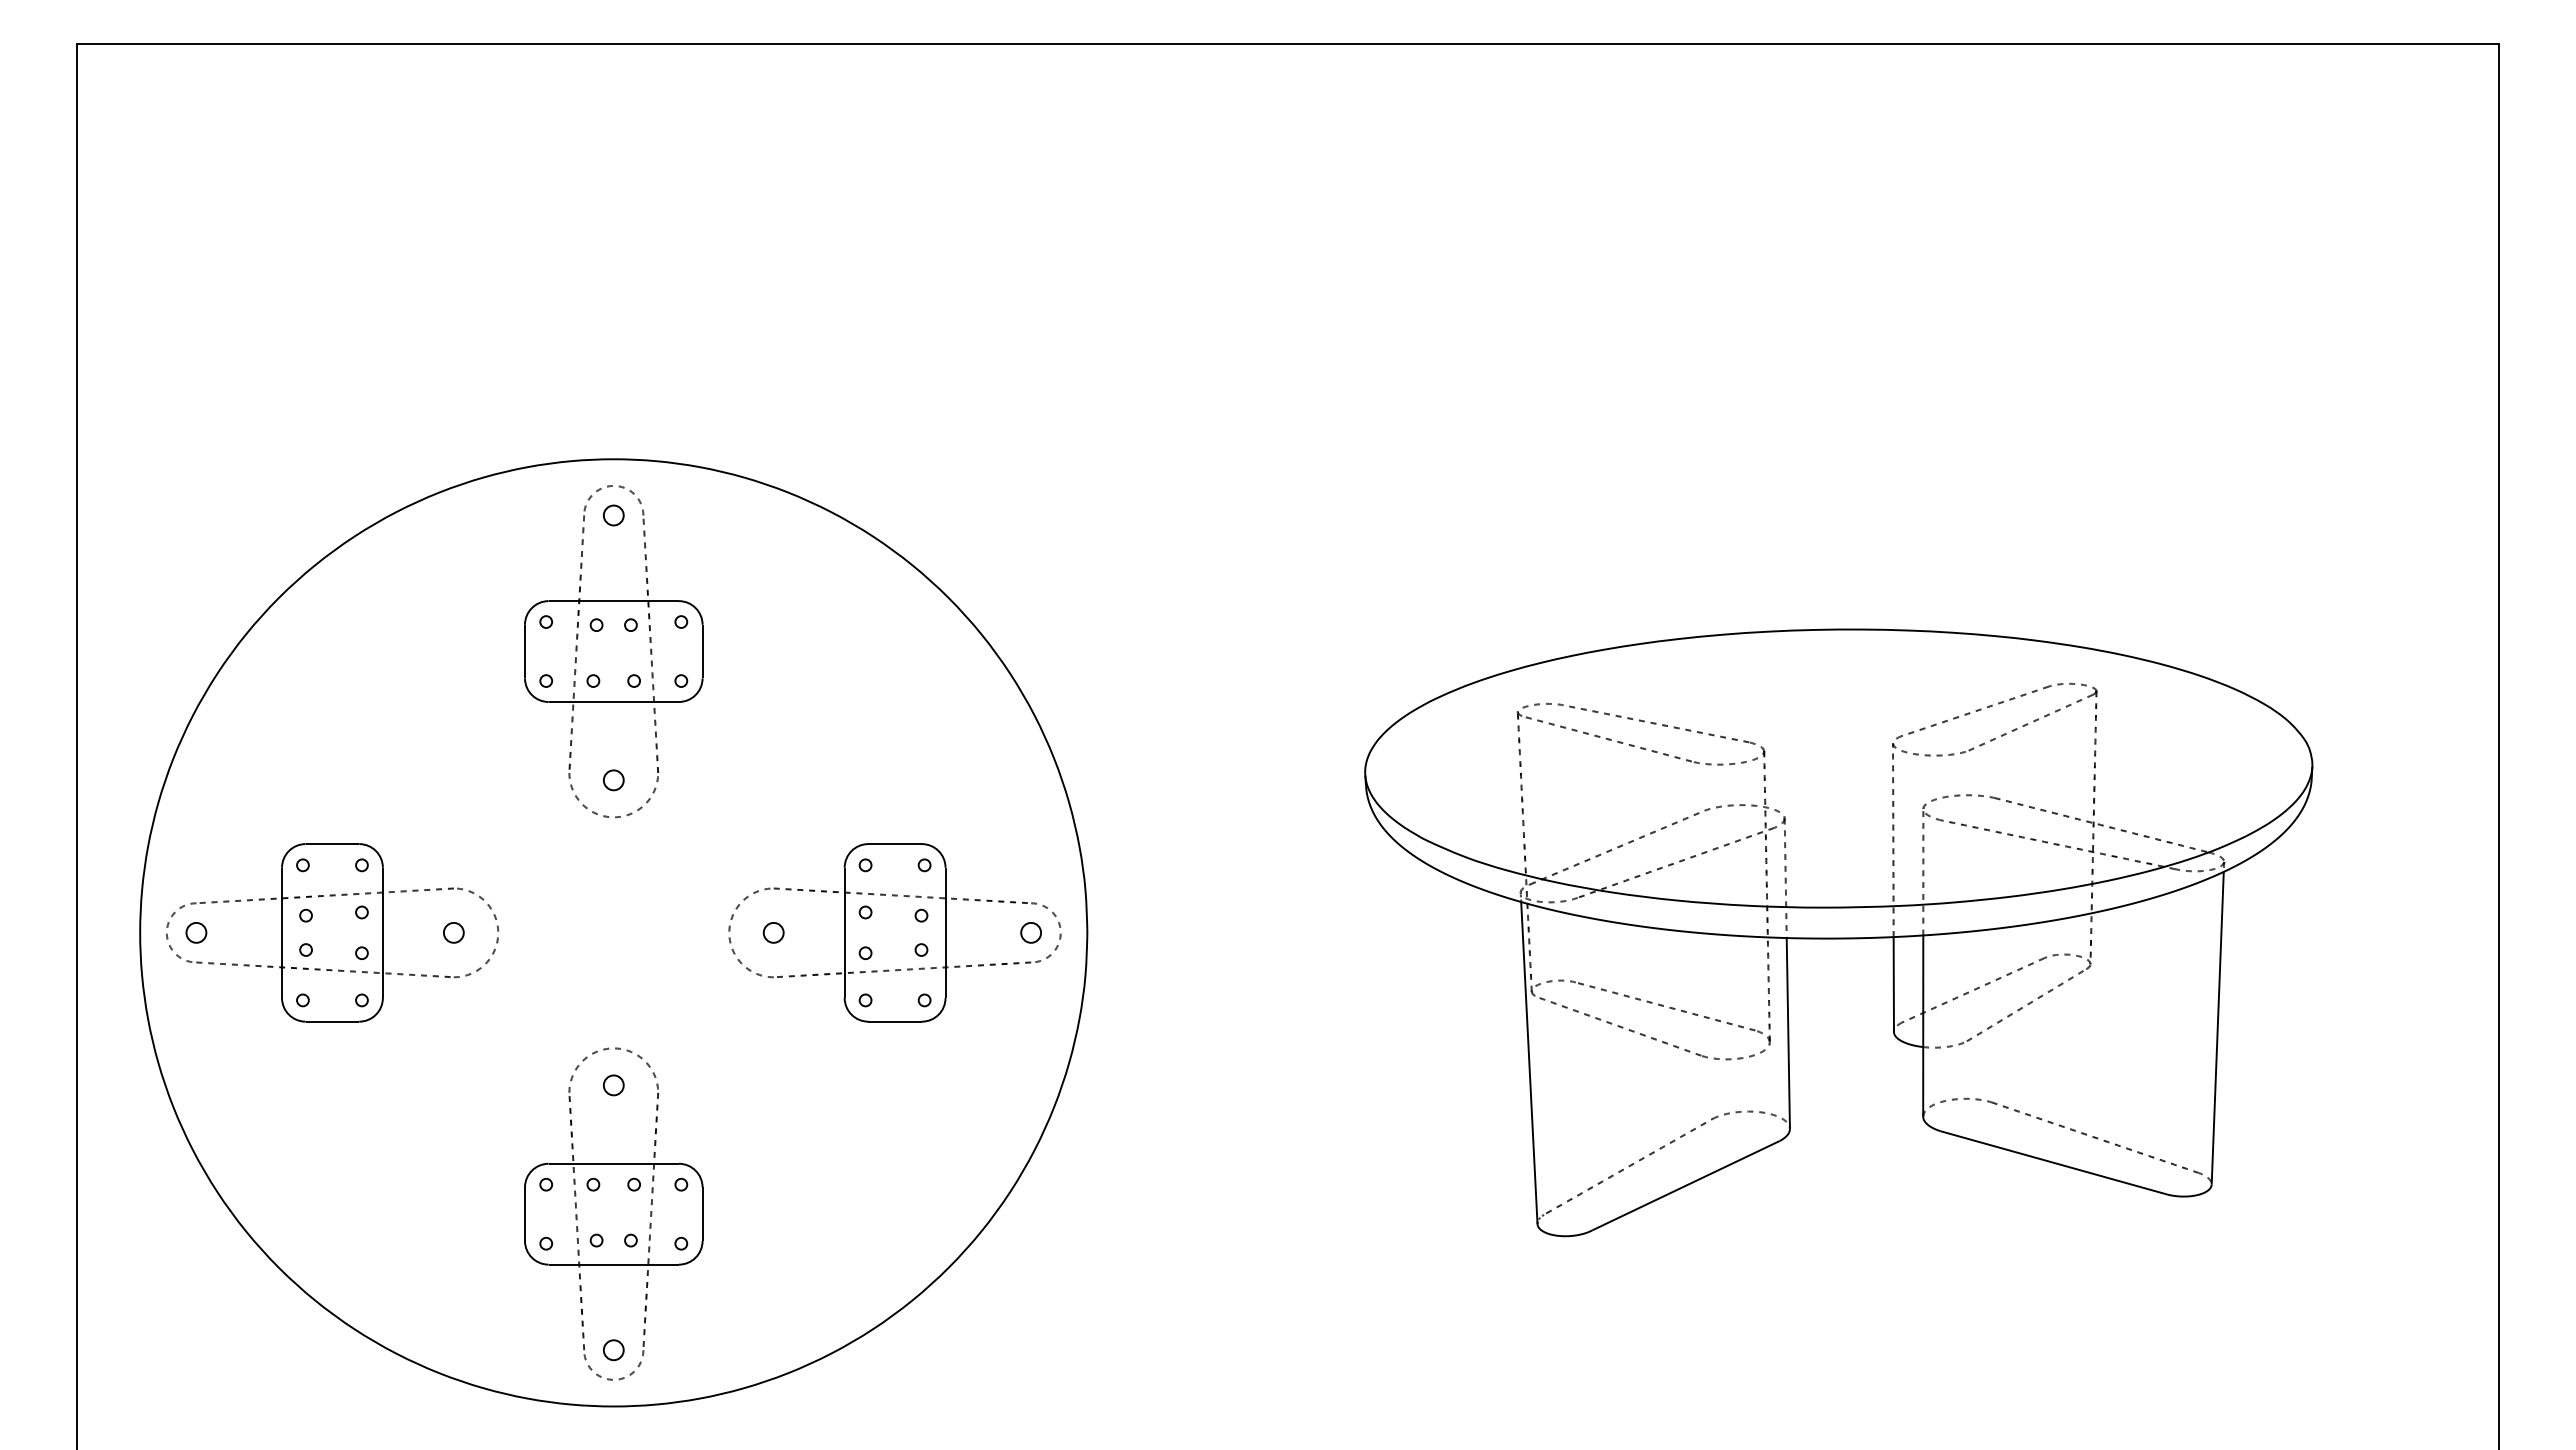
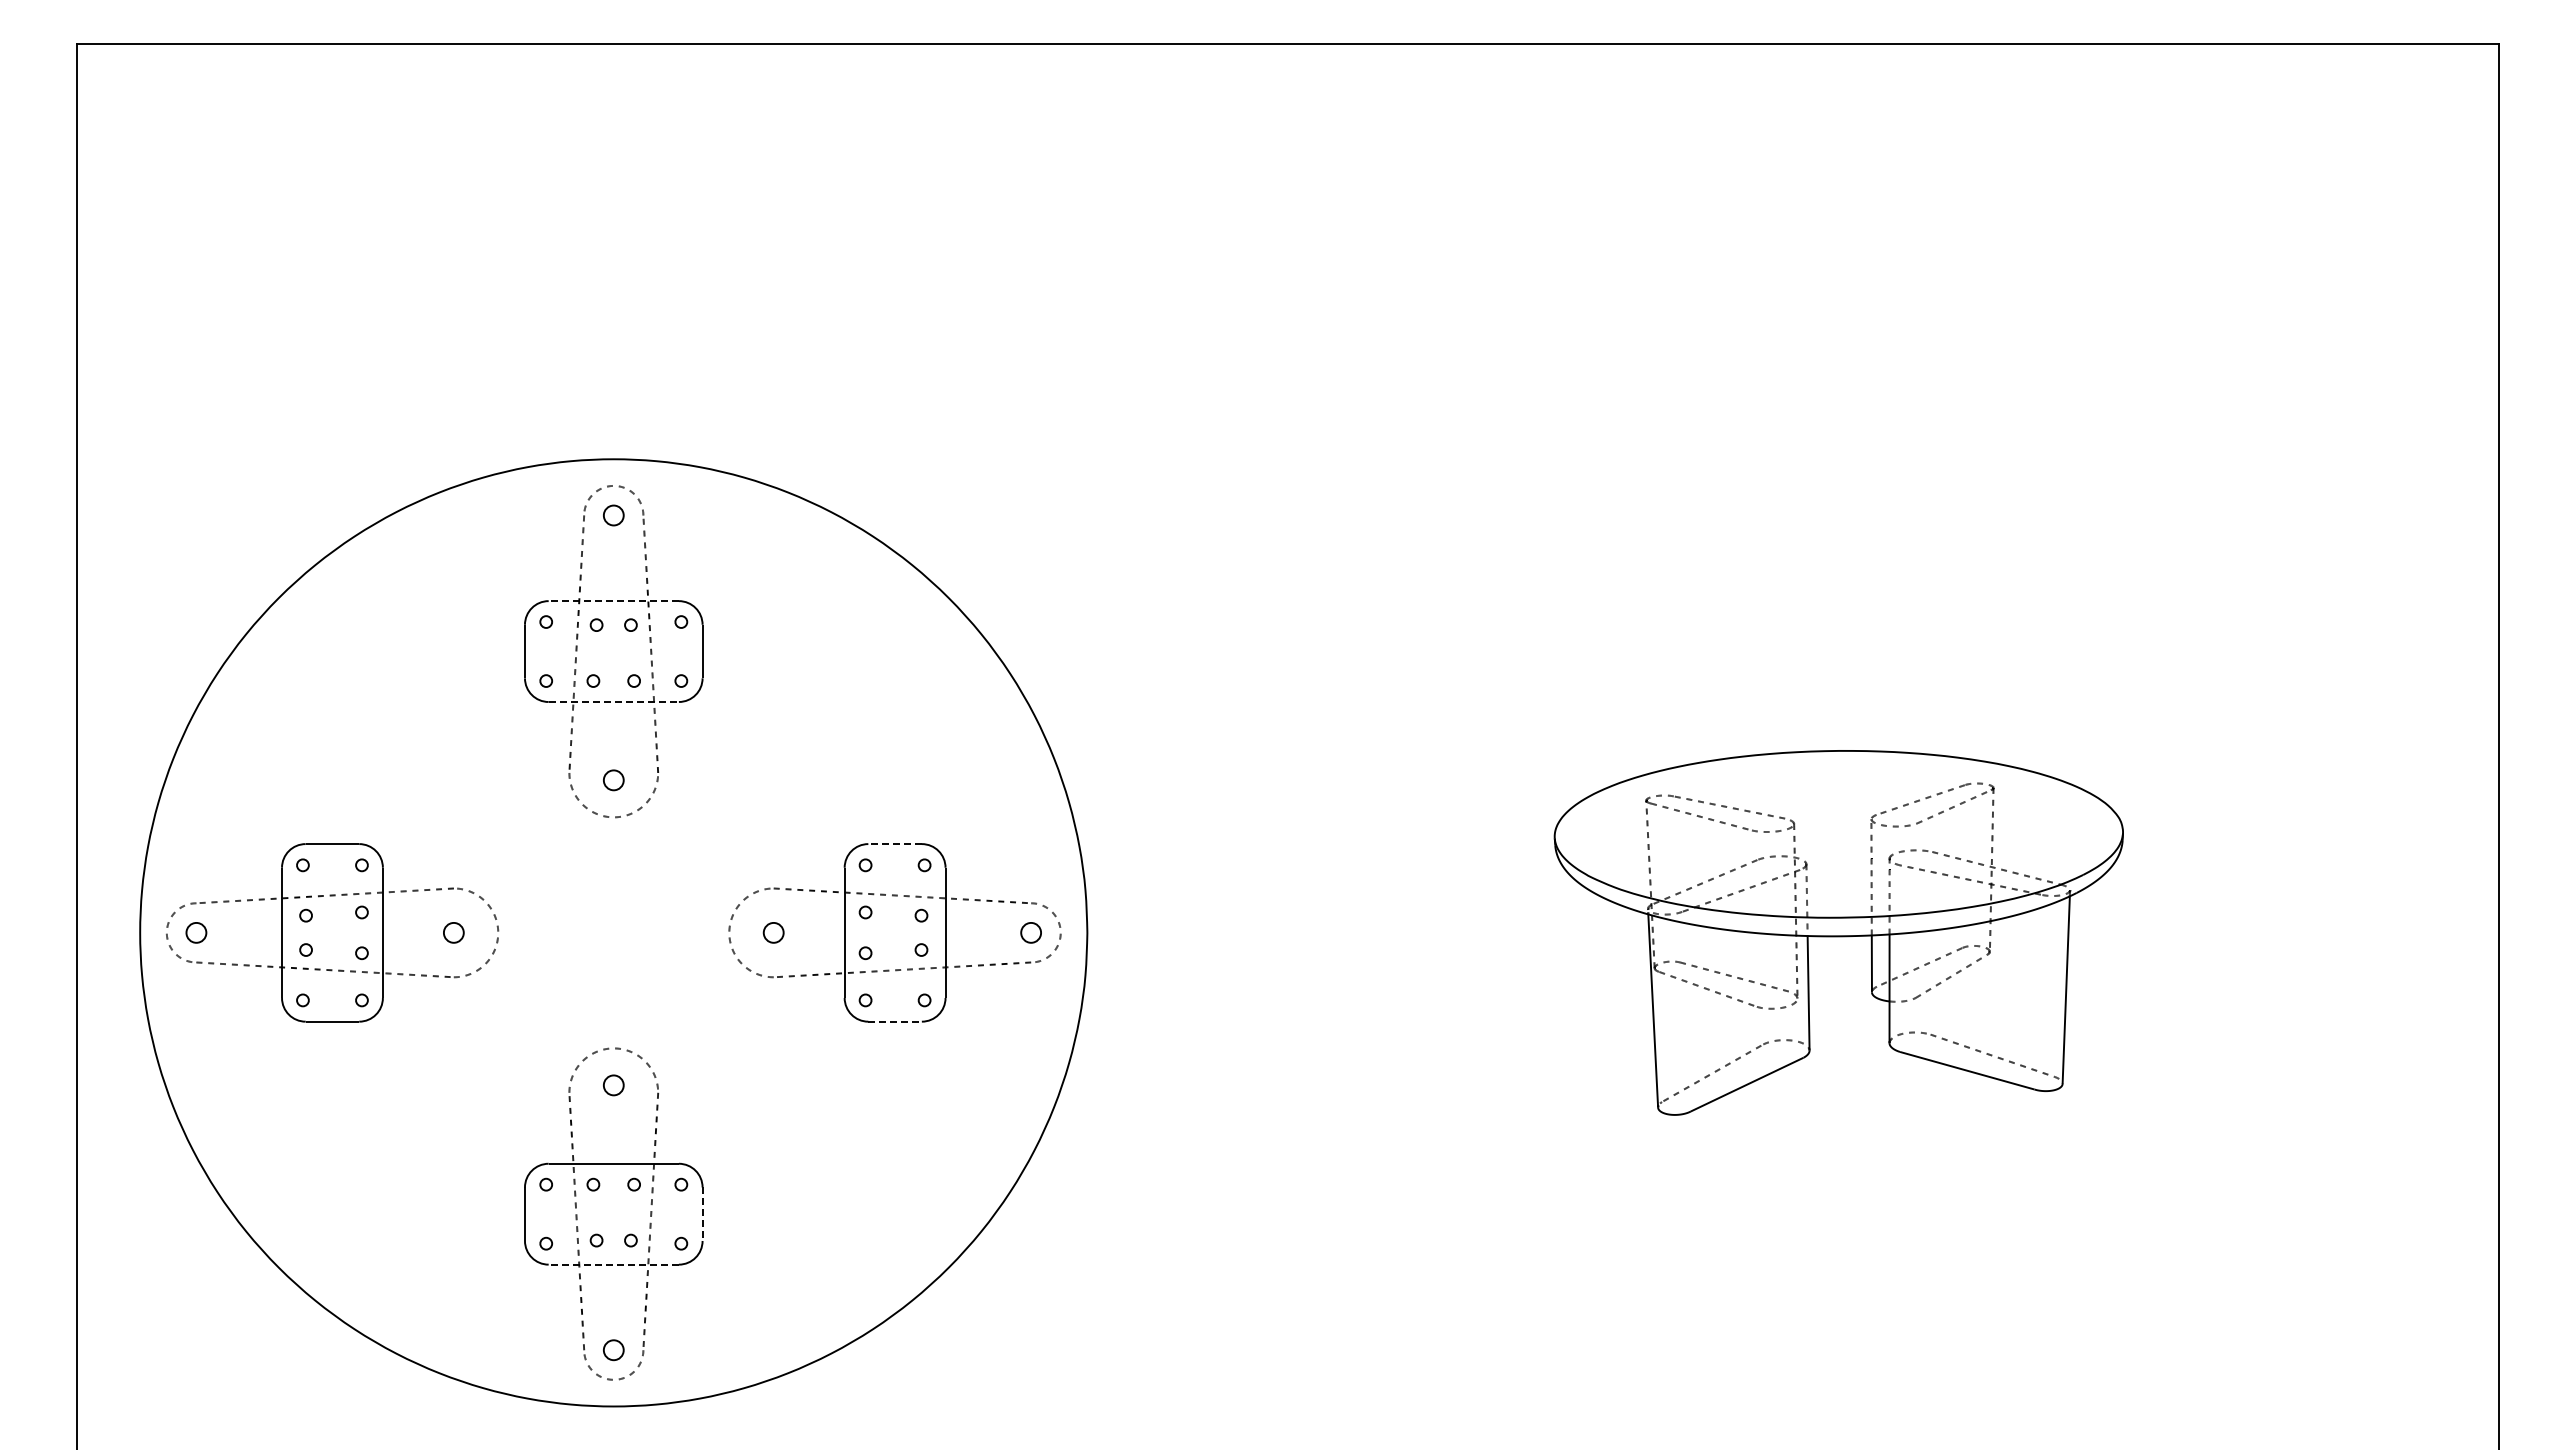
line at (613, 601): solid -> dashed
line at (614, 702): solid -> dashed
line at (895, 844): solid -> dashed
part at (1838, 932) size: 950x610 px -> 571x366 px
line at (895, 1021): solid -> dashed
line at (702, 1214): solid -> dashed
line at (613, 1264): solid -> dashed
